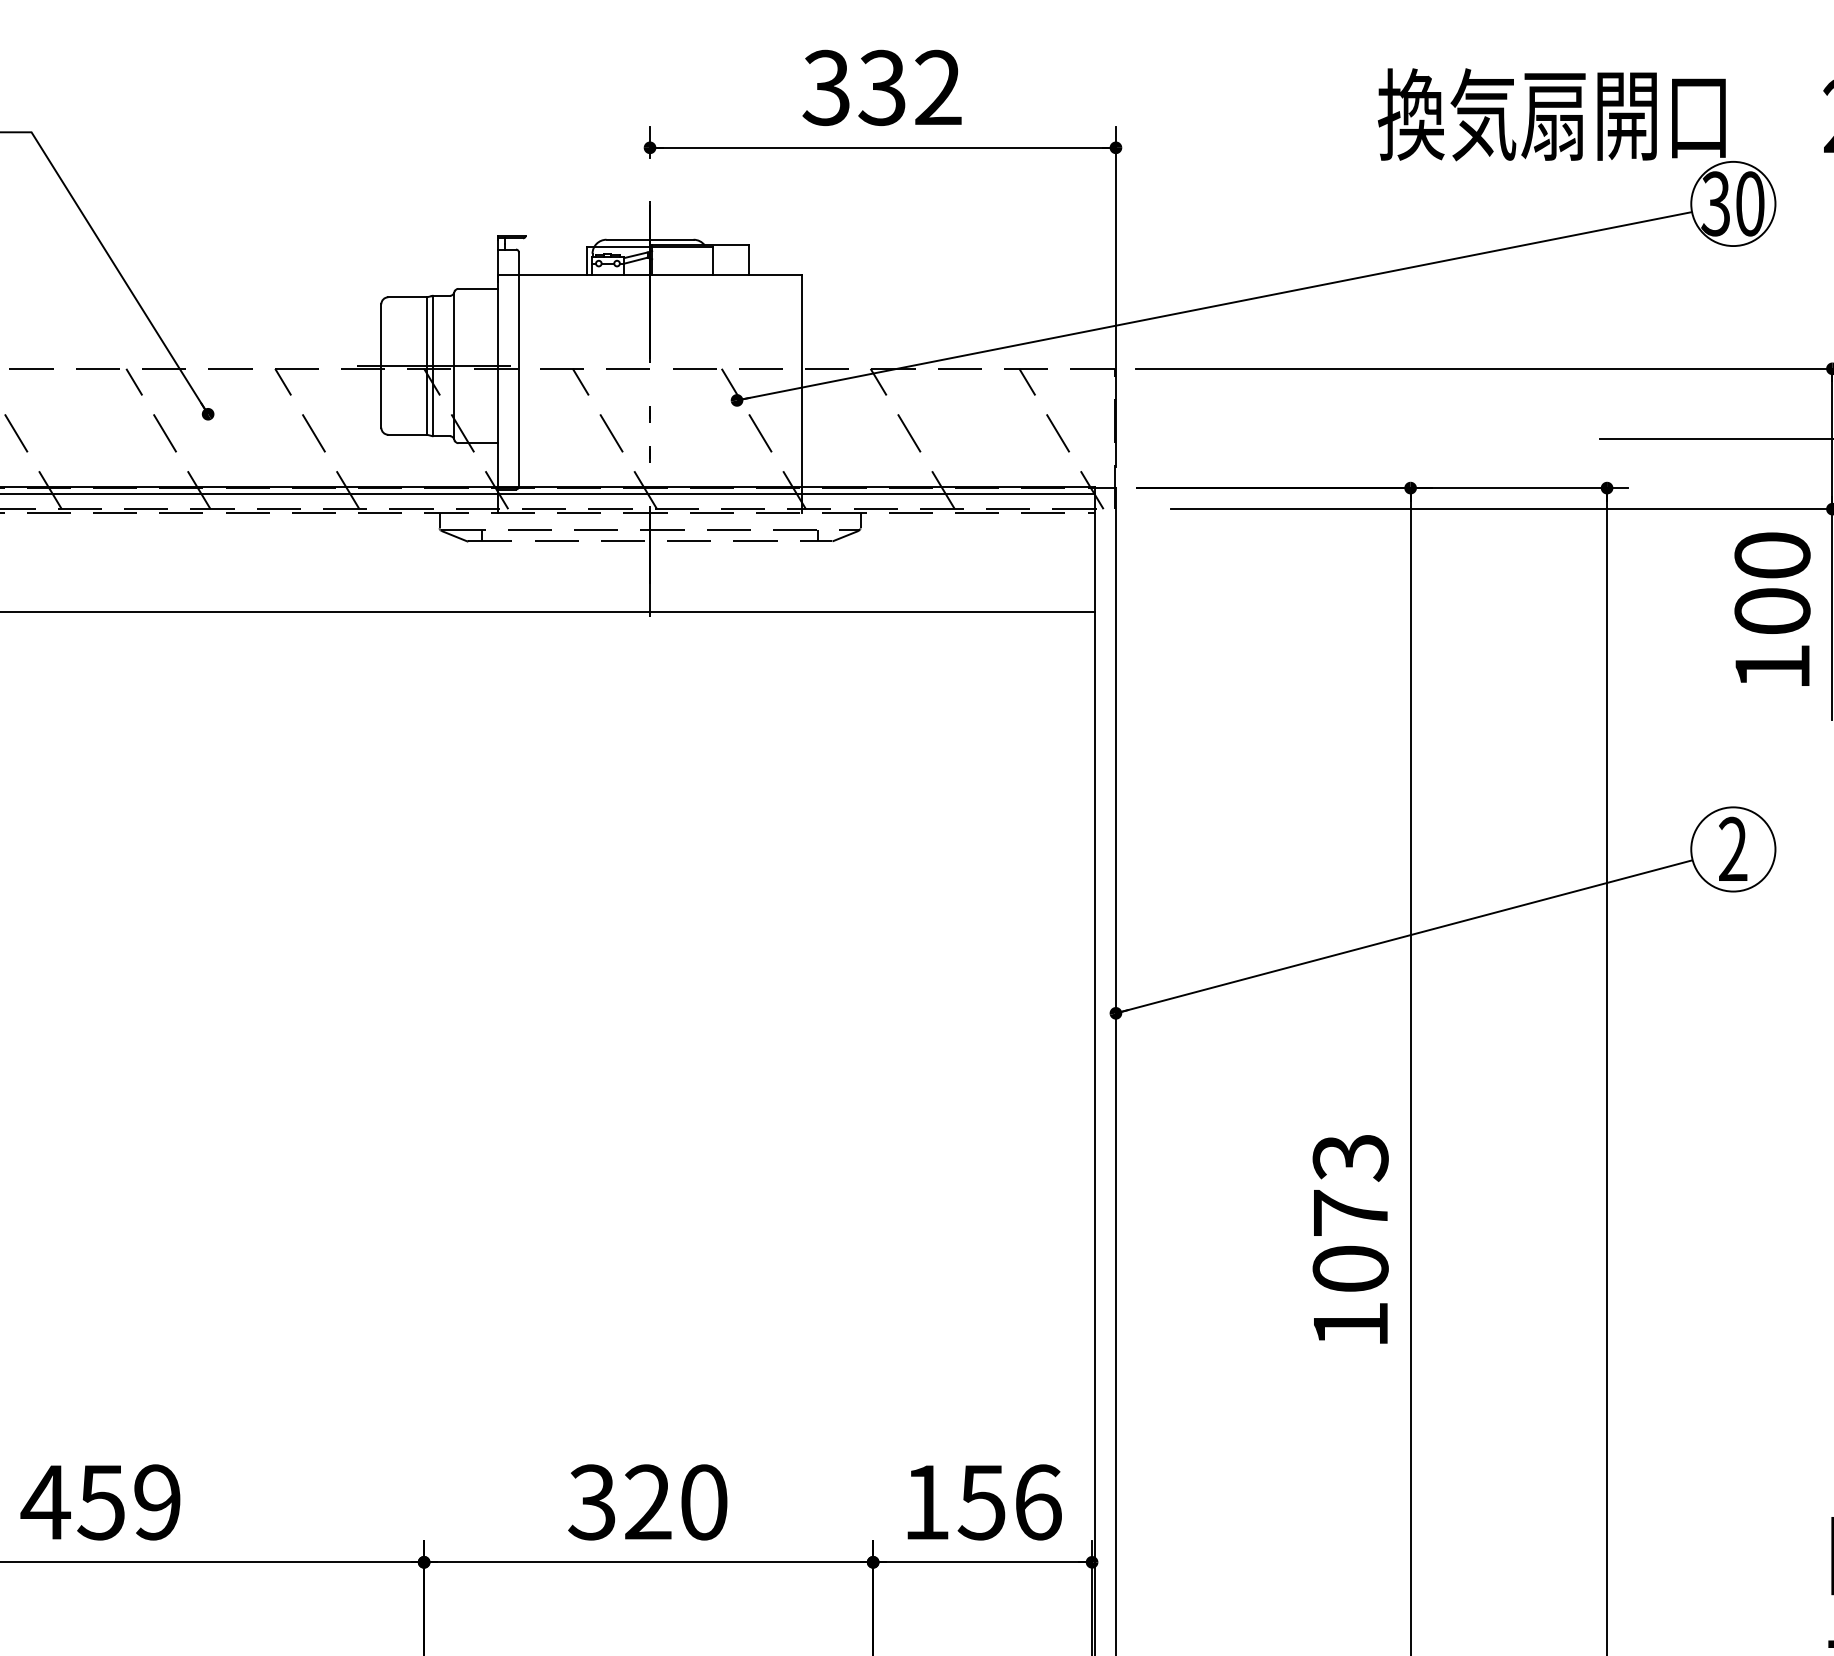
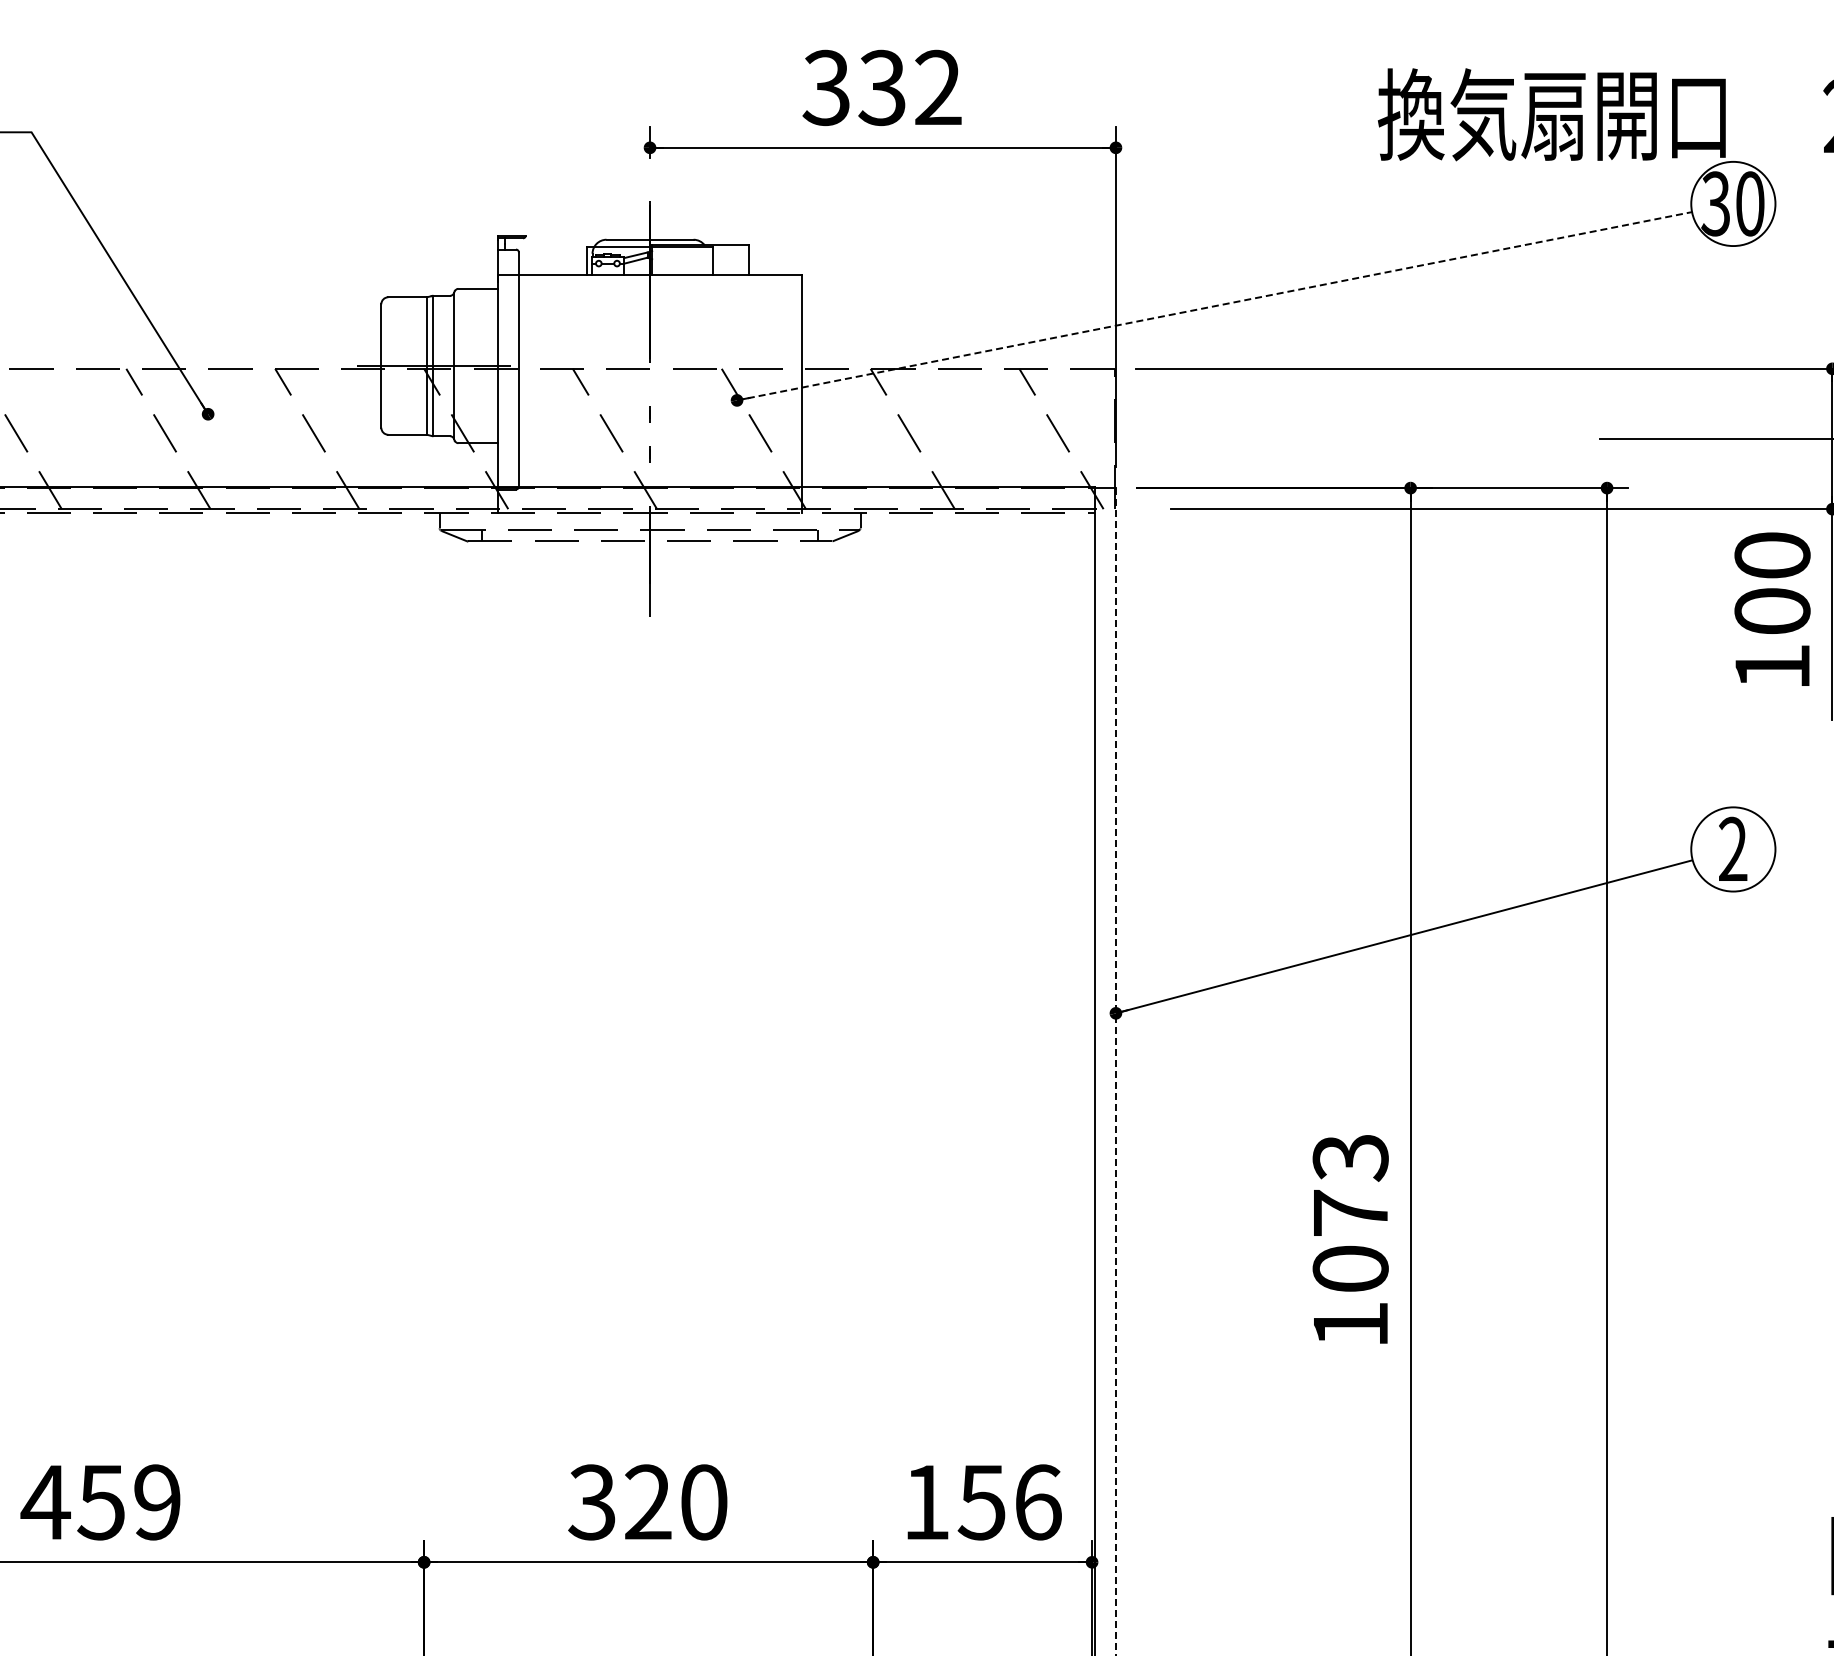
line at (1214, 306): solid -> dashed
line at (548, 493): present -> none
line at (548, 611): present -> none
line at (1115, 1071): solid -> dashed
